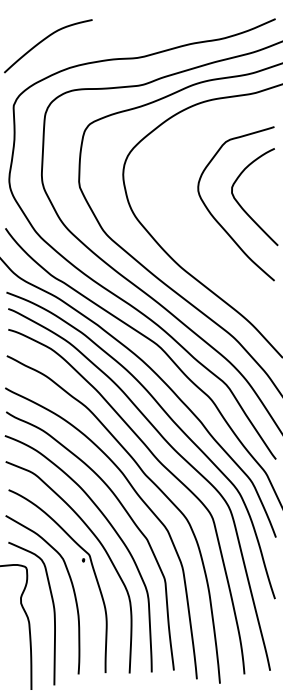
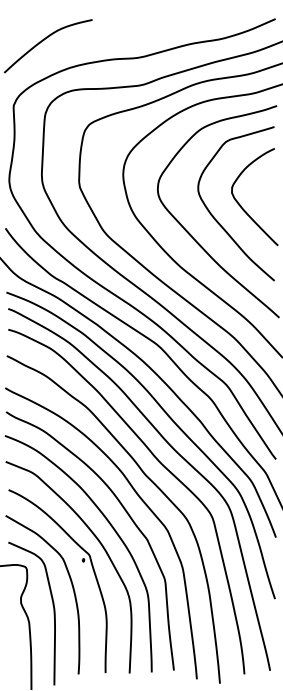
curve at (192, 235): none -> present
